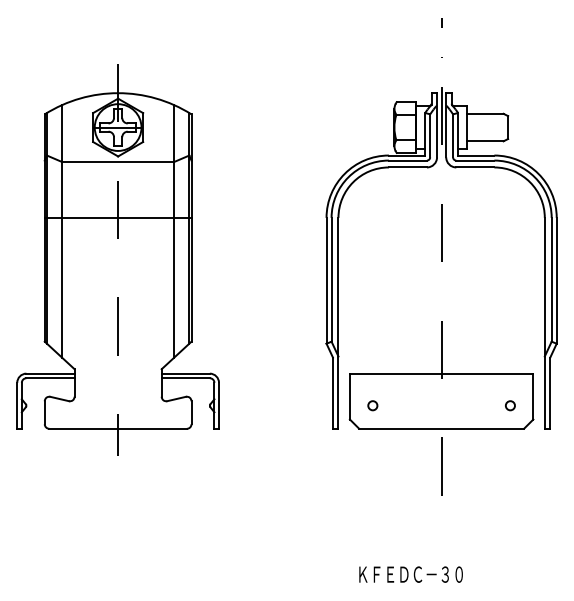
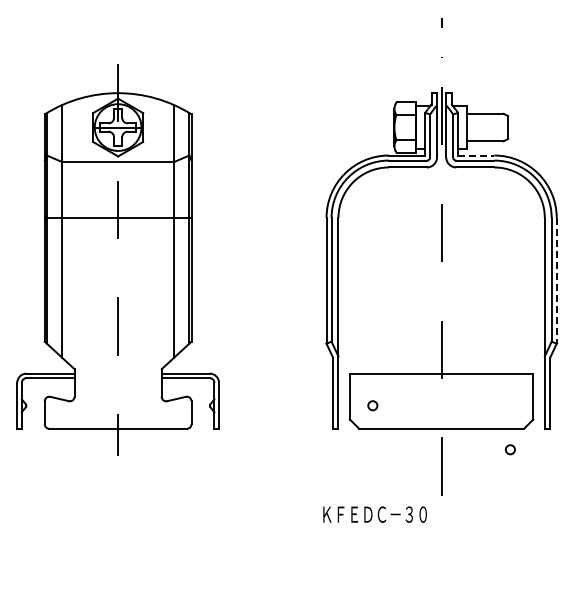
line at (476, 155): solid -> dashed
line at (556, 280): solid -> dashed
circle at (510, 405) position: (510, 405) -> (510, 449)
text at (410, 574) position: (410, 574) -> (374, 514)
